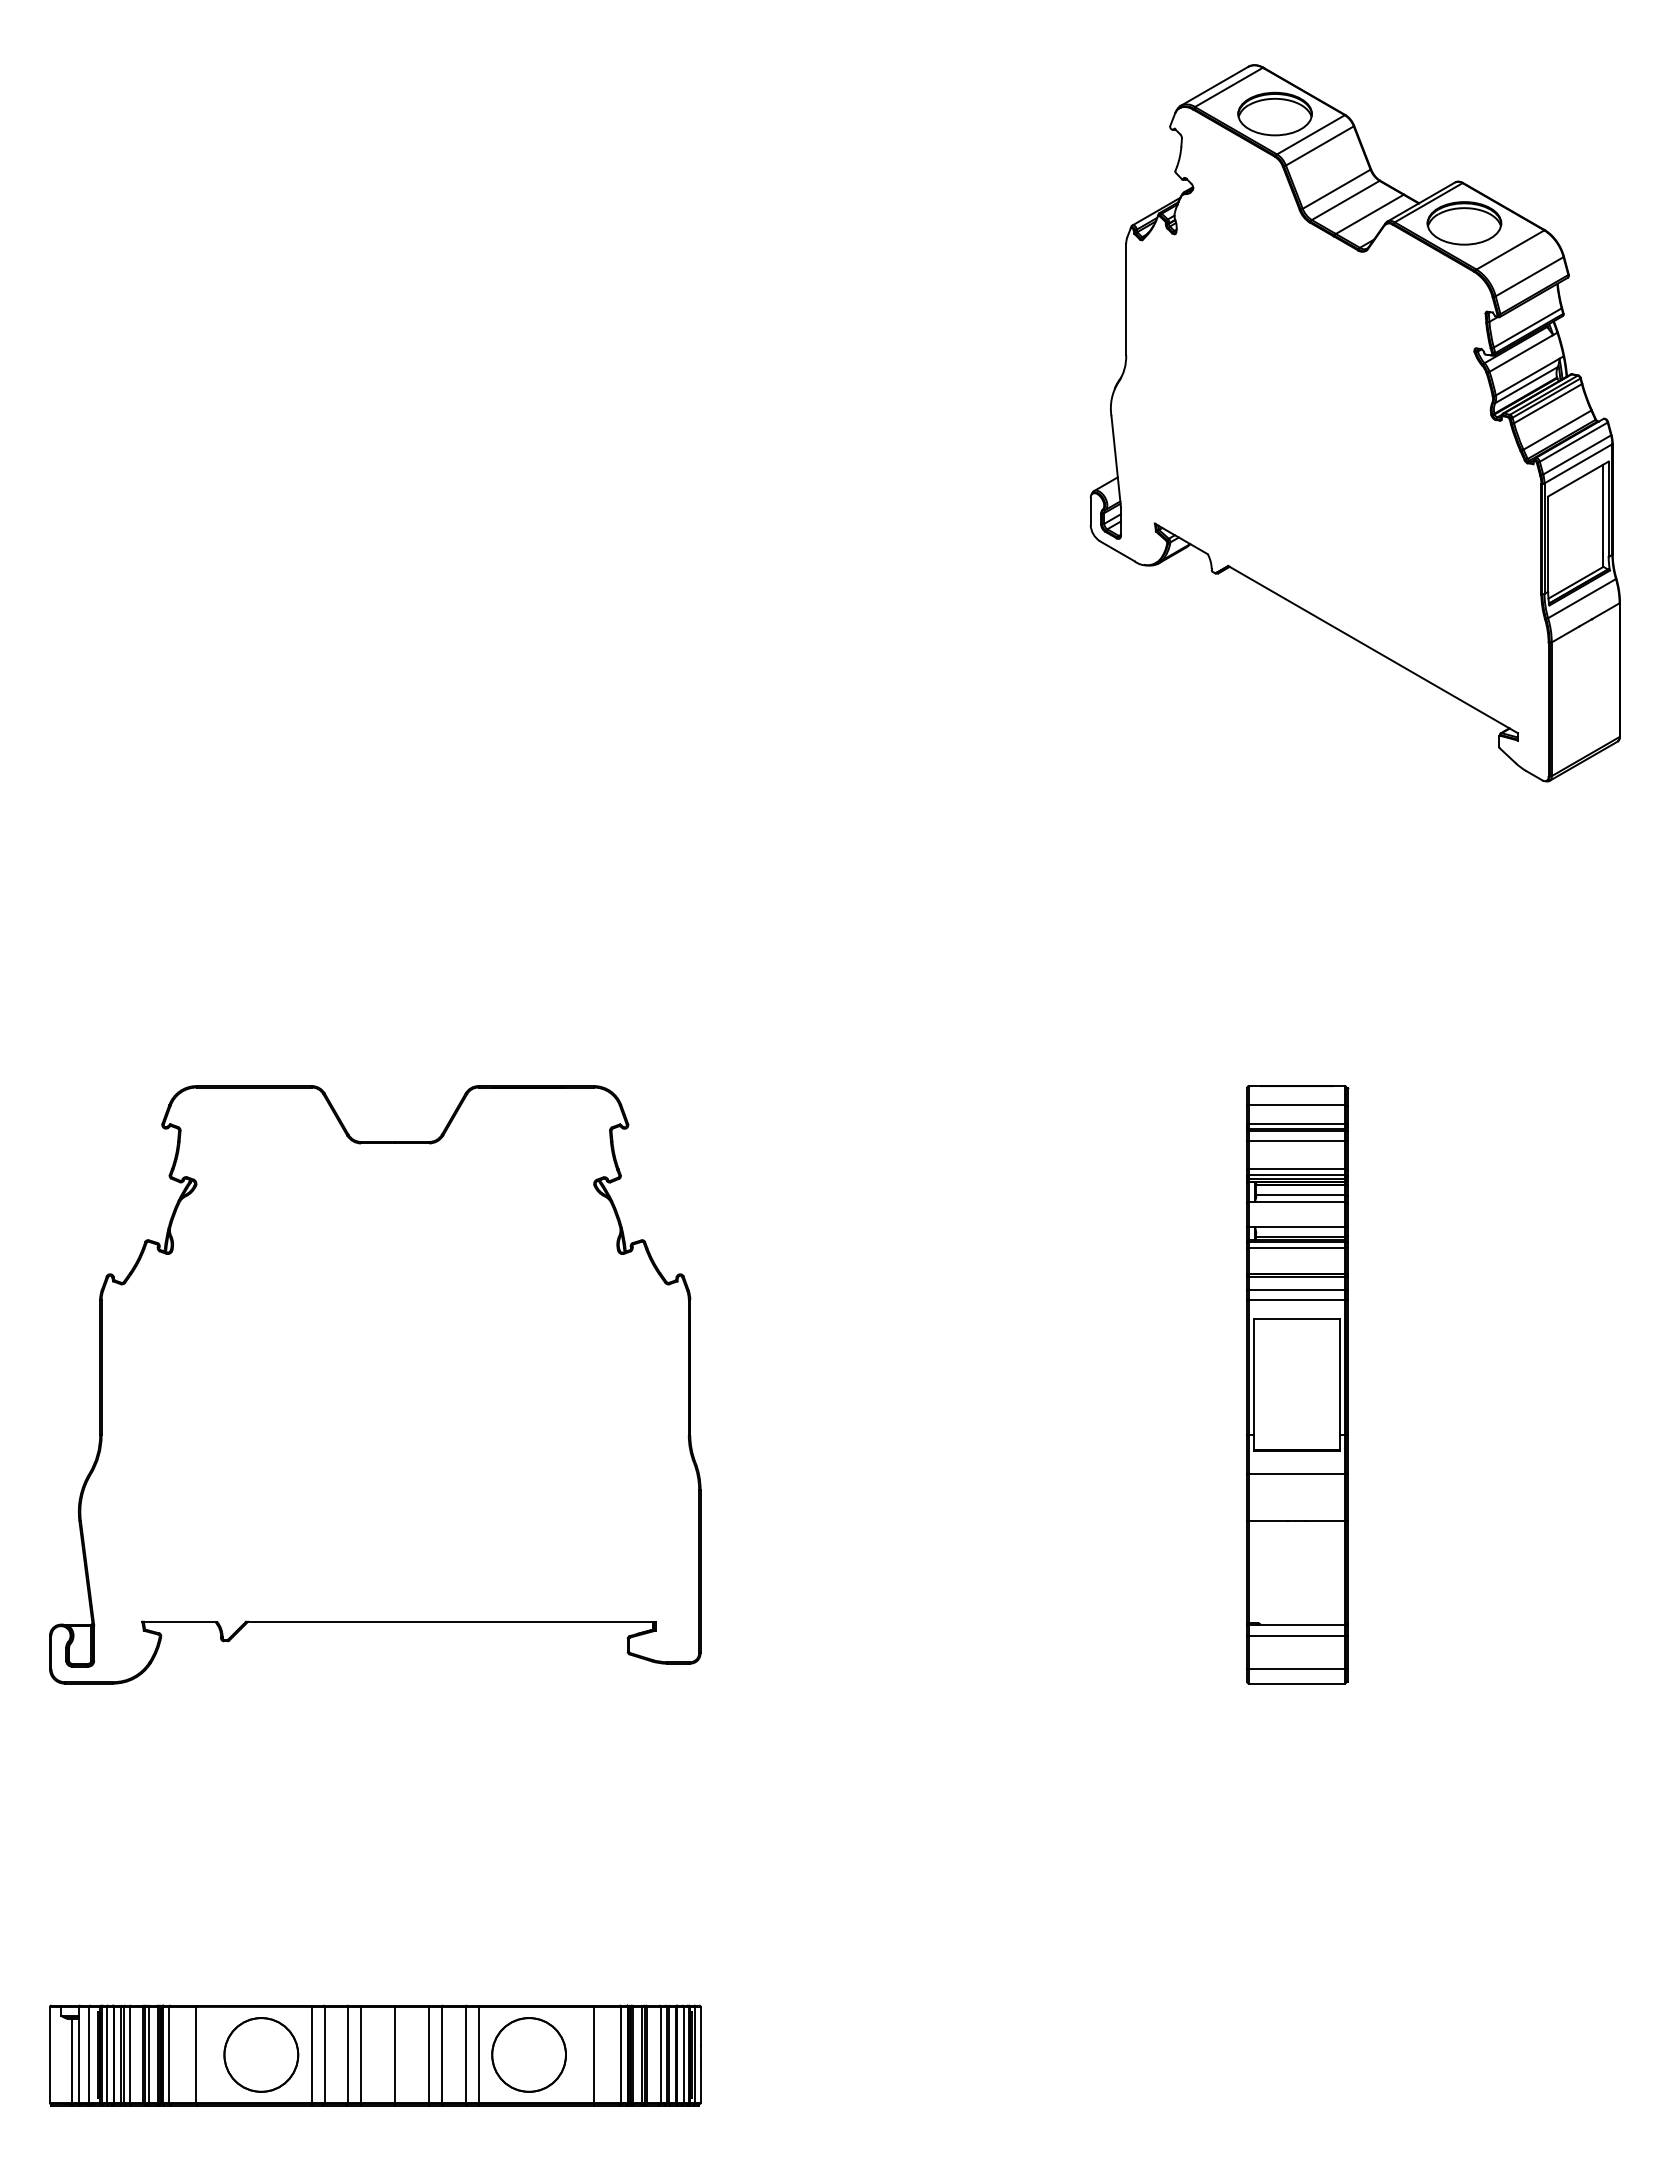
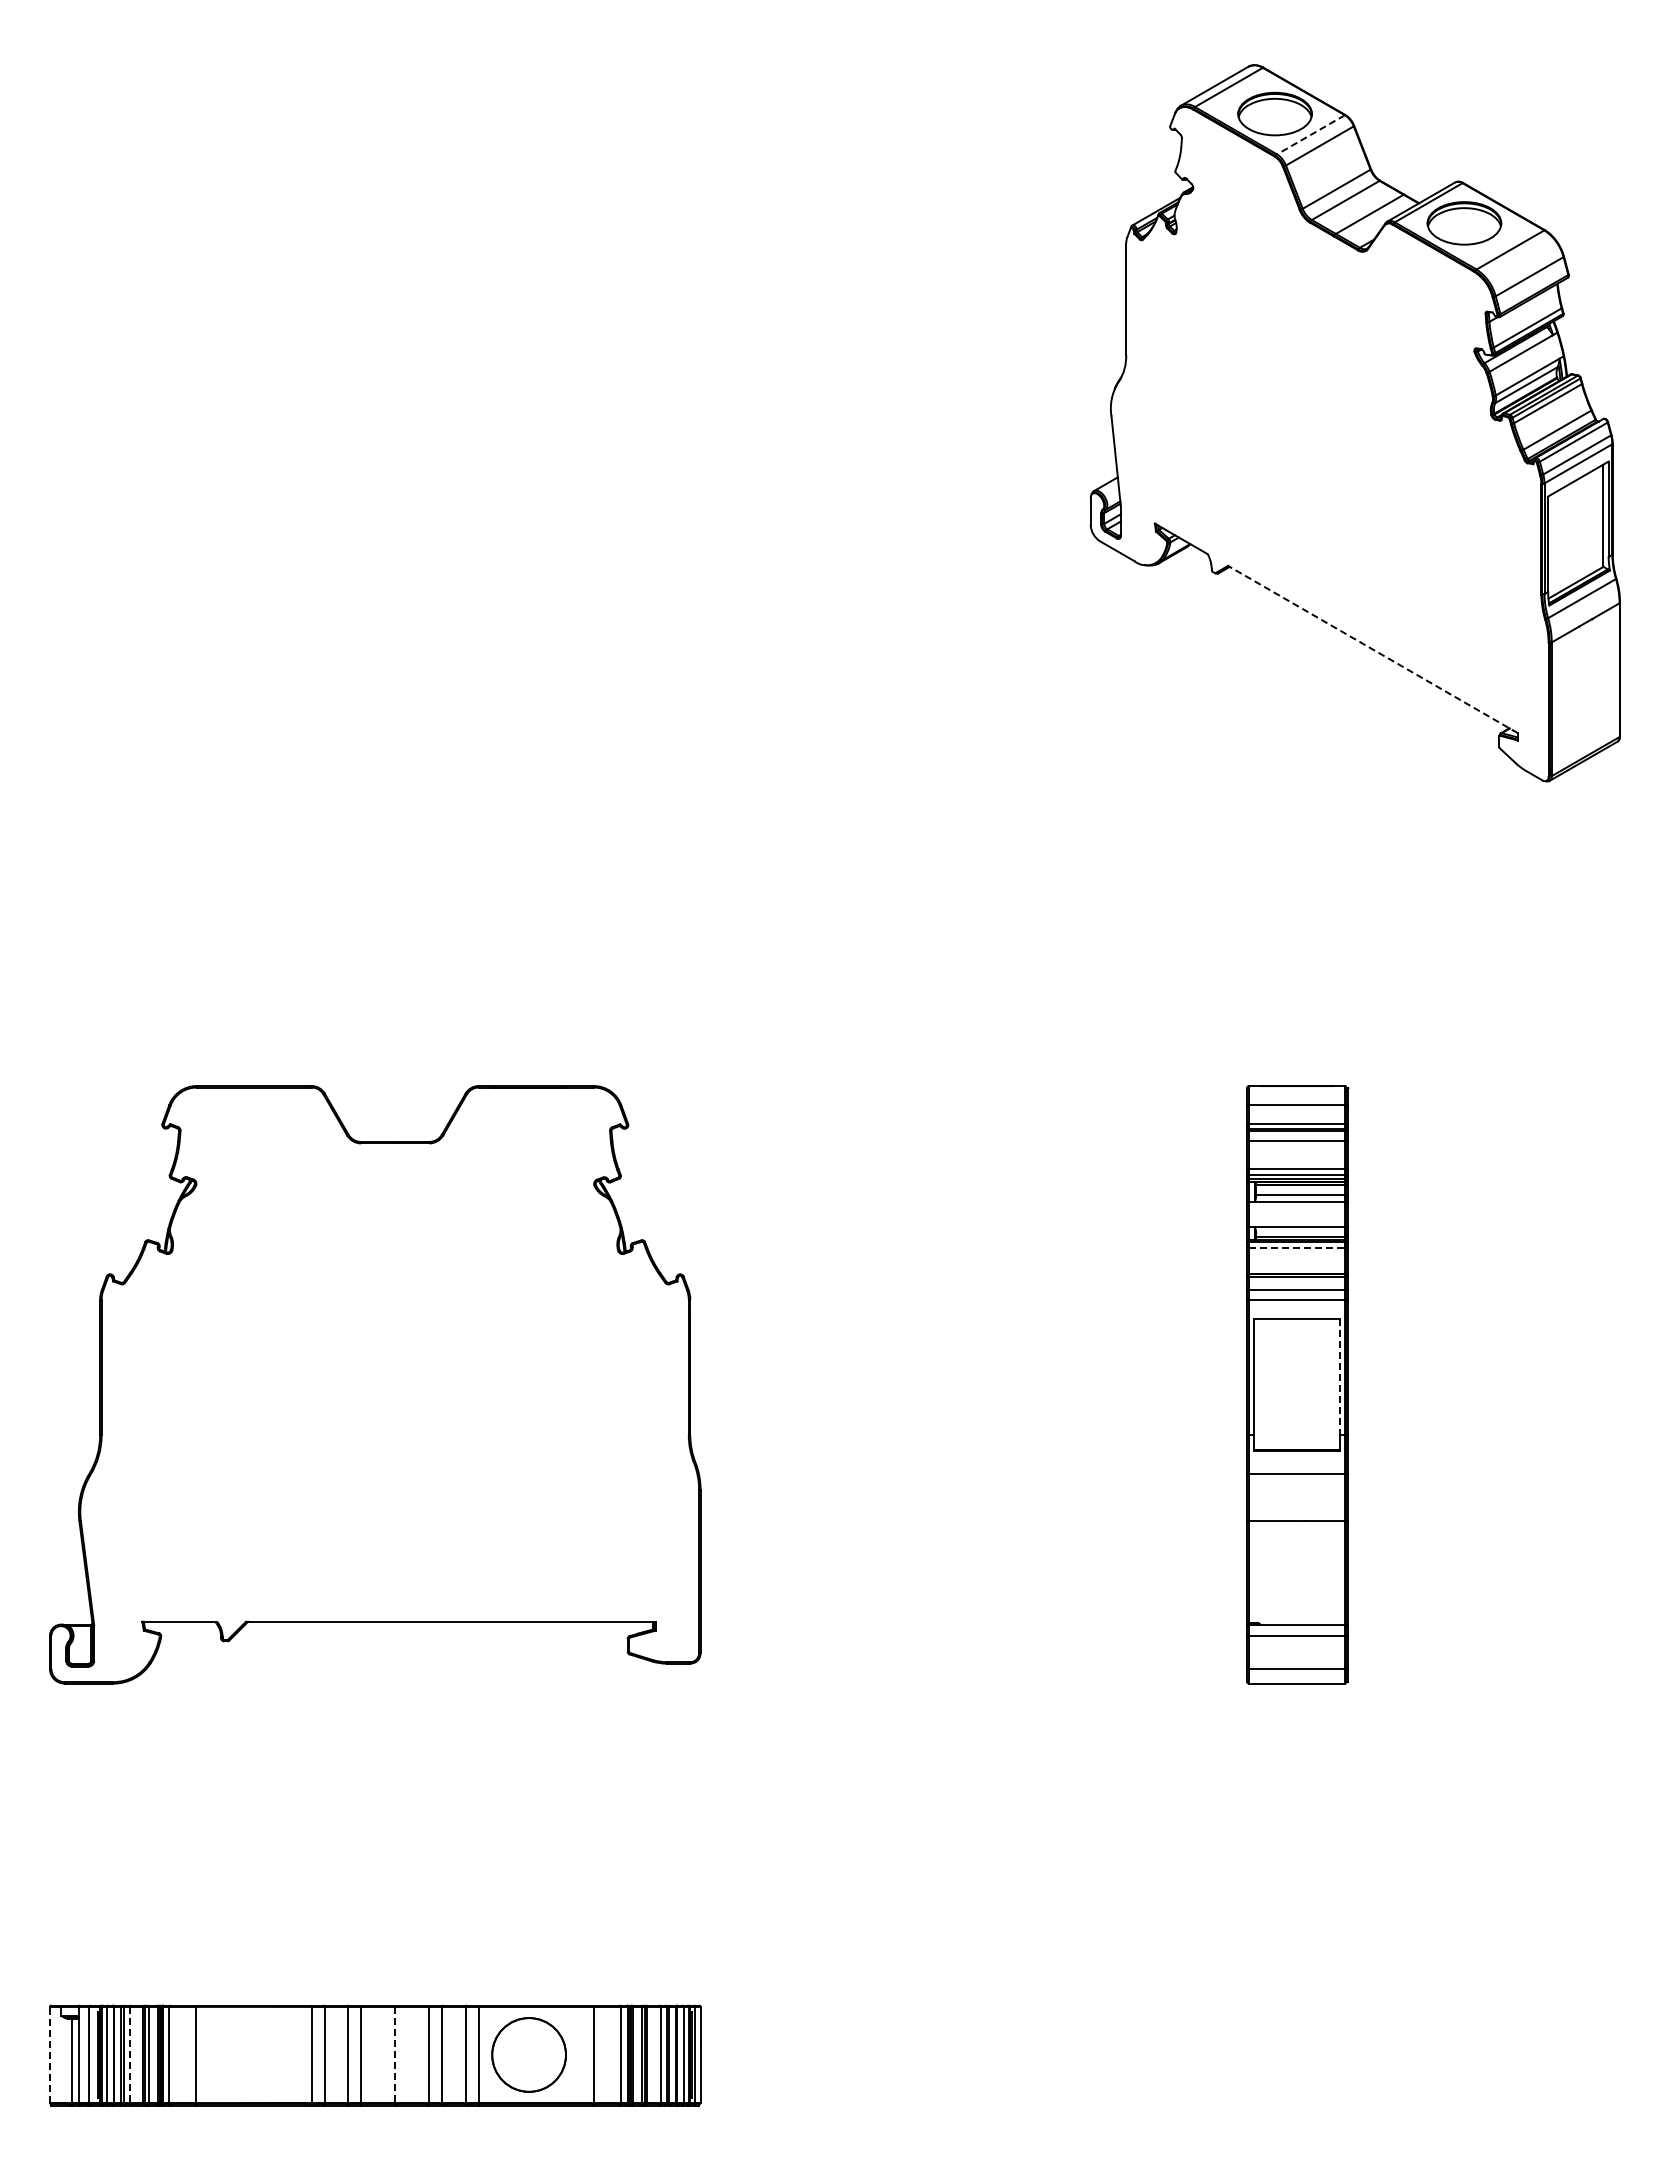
line at (1310, 135): solid -> dashed
line at (1372, 649): solid -> dashed
line at (1296, 1247): solid -> dashed
line at (1339, 1377): solid -> dashed
line at (49, 2054): solid -> dashed
line at (129, 2054): solid -> dashed
part at (261, 2054): present -> none
line at (395, 2054): solid -> dashed
